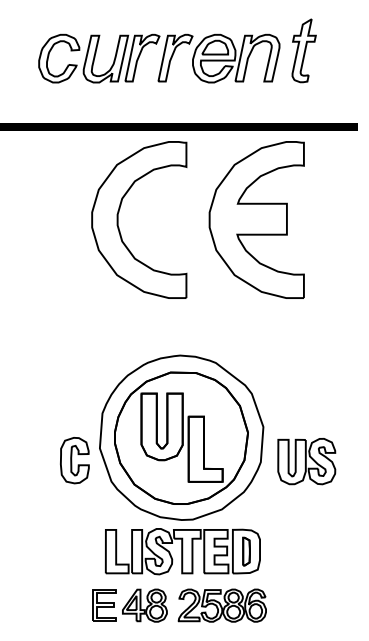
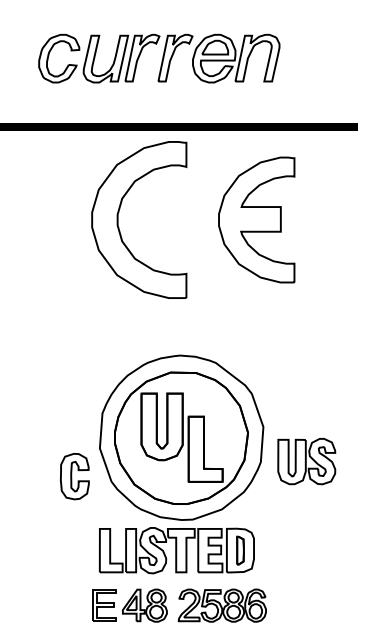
part at (303, 50): present -> none
part at (256, 219) size: 97x158 px -> 78x128 px
part at (74, 460) position: (74, 460) -> (74, 476)
part at (182, 551) position: (182, 551) -> (176, 550)
